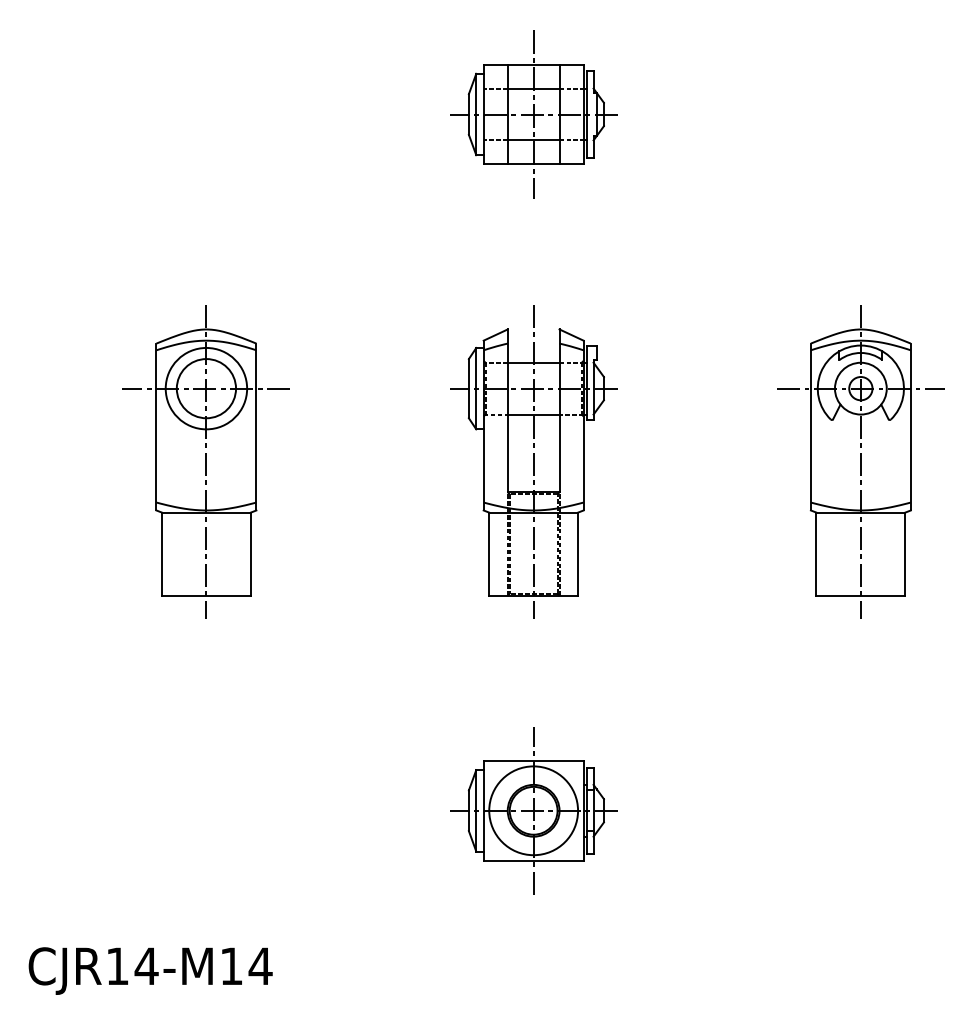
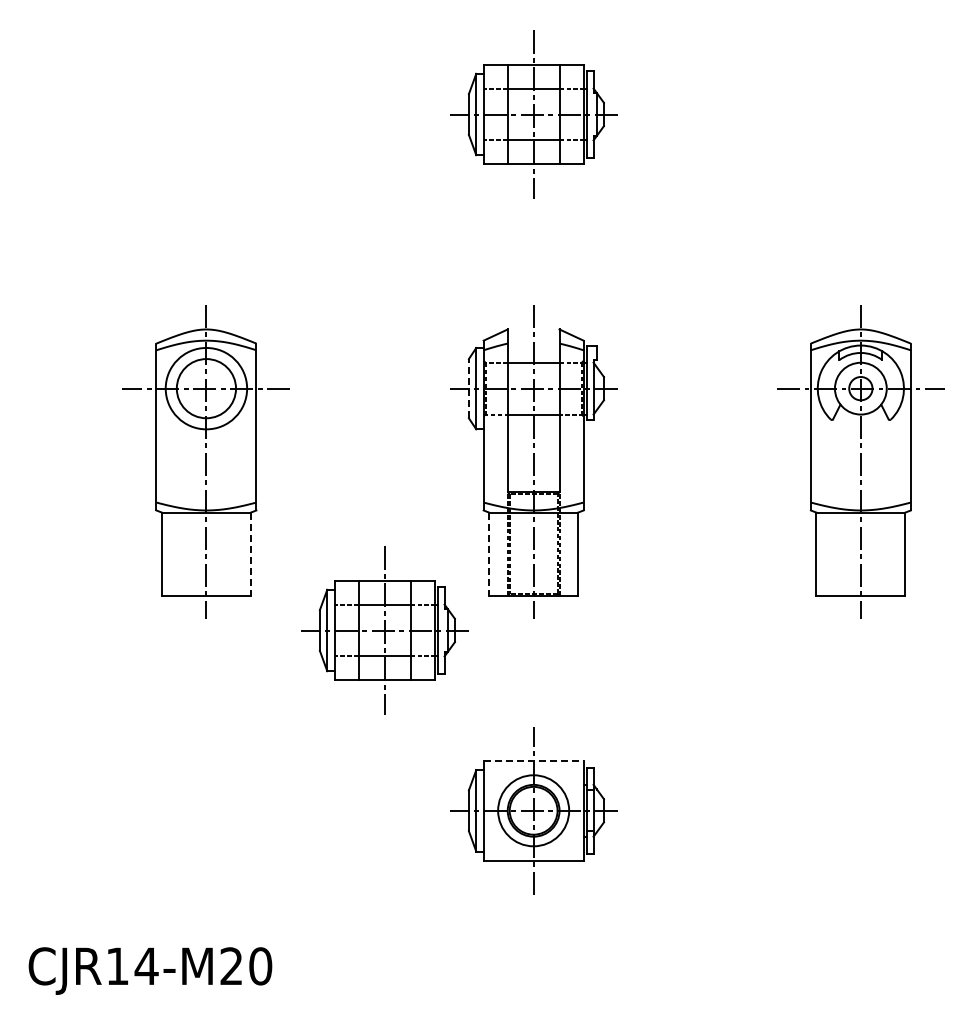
line at (468, 388): solid -> dashed
line at (250, 554): solid -> dashed
line at (489, 554): solid -> dashed
part at (384, 630): none -> present
line at (533, 760): solid -> dashed
circle at (533, 810) diameter: 89 px -> 71 px
text at (246, 966): CJR14-M14 -> CJR14-M20
